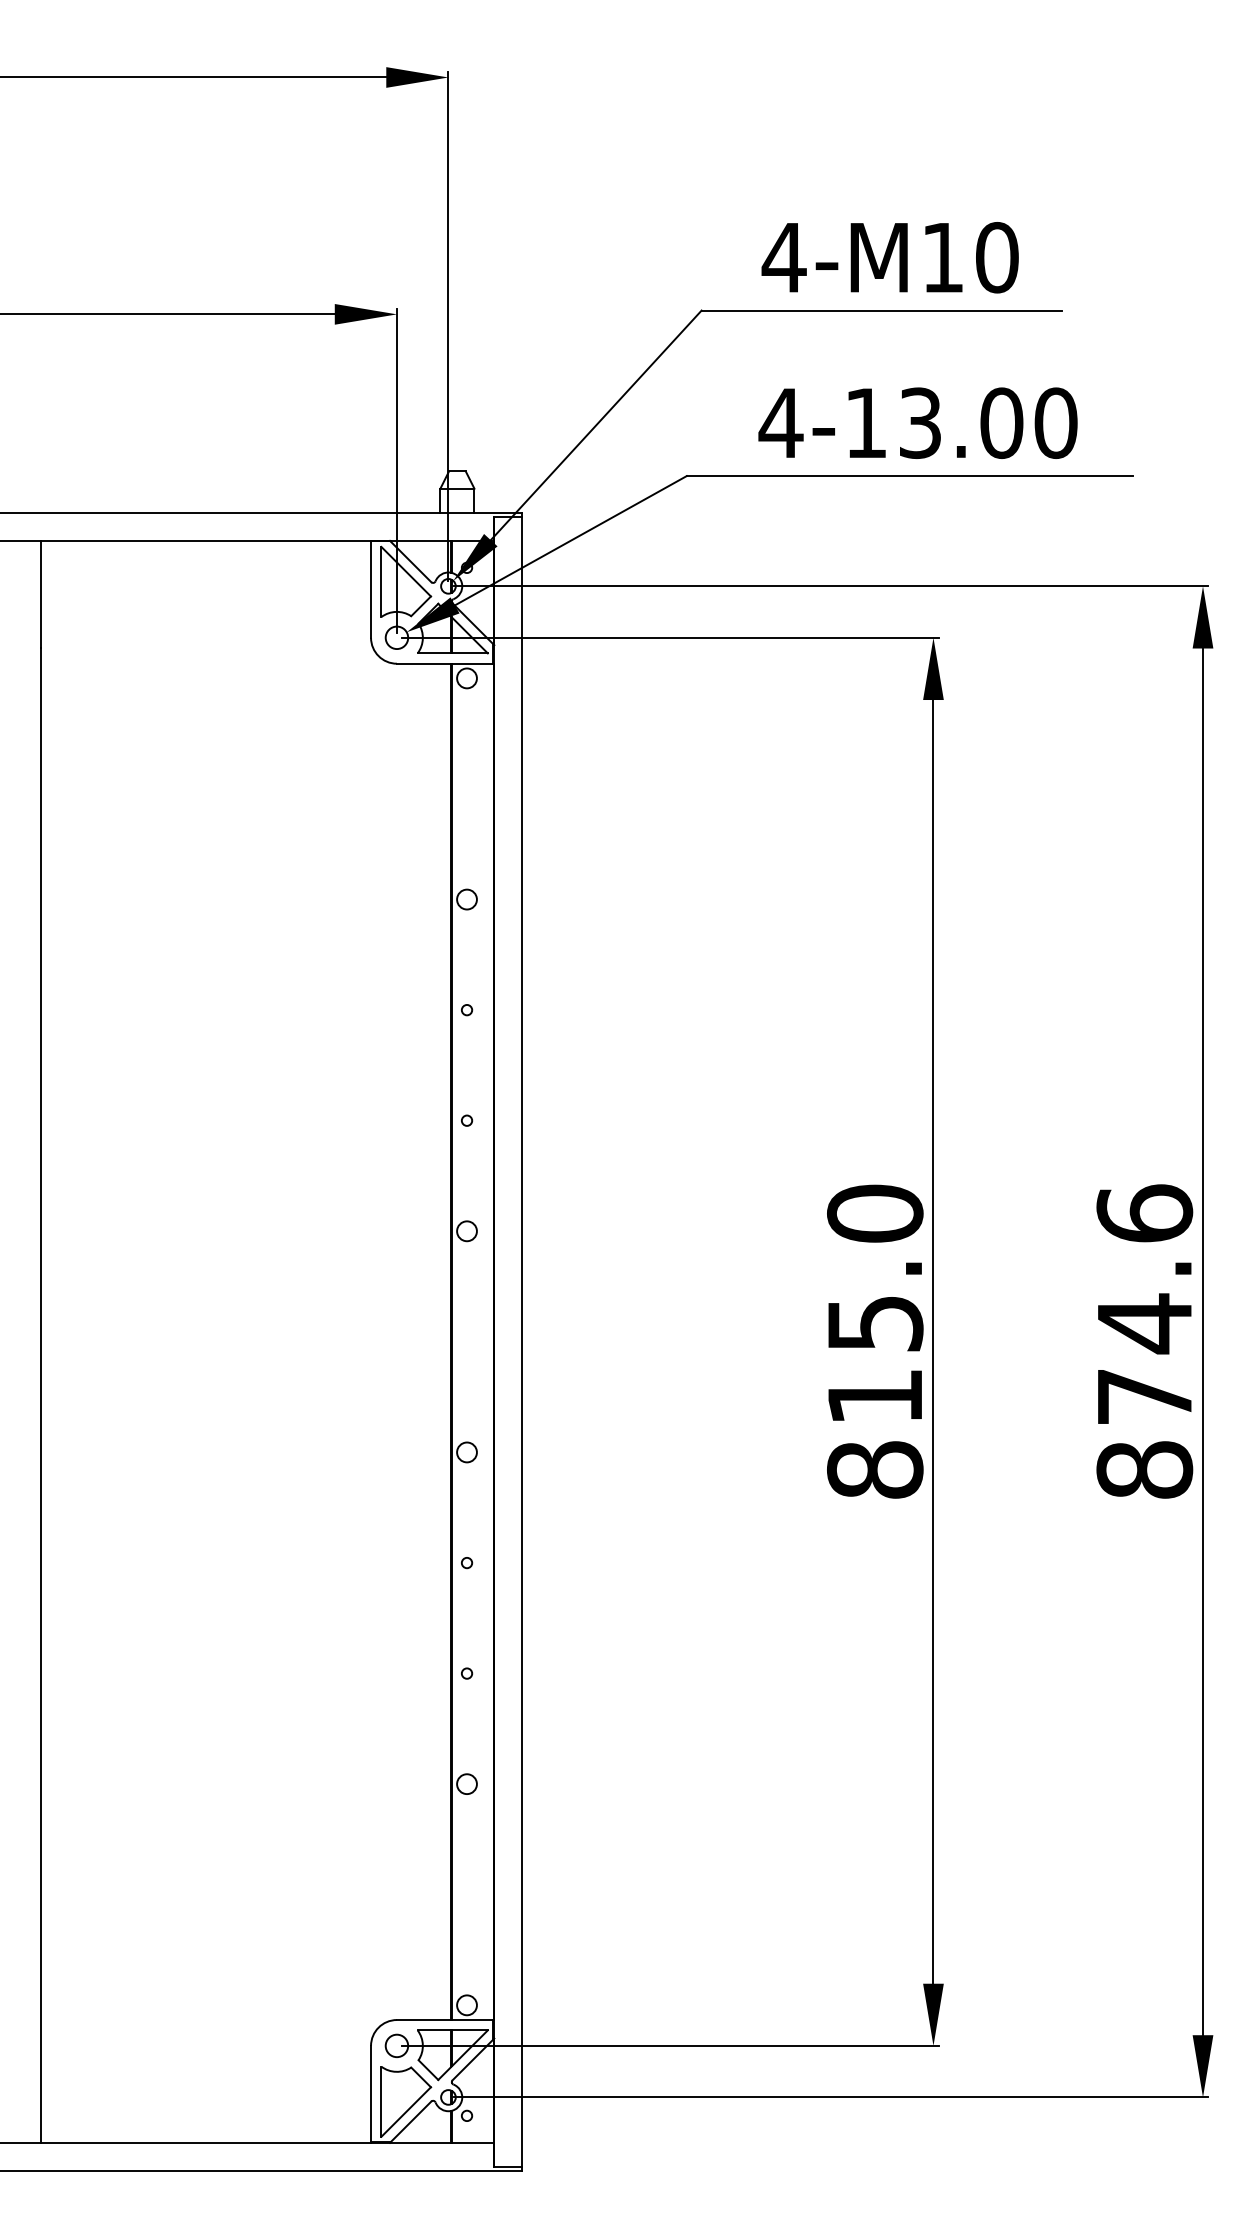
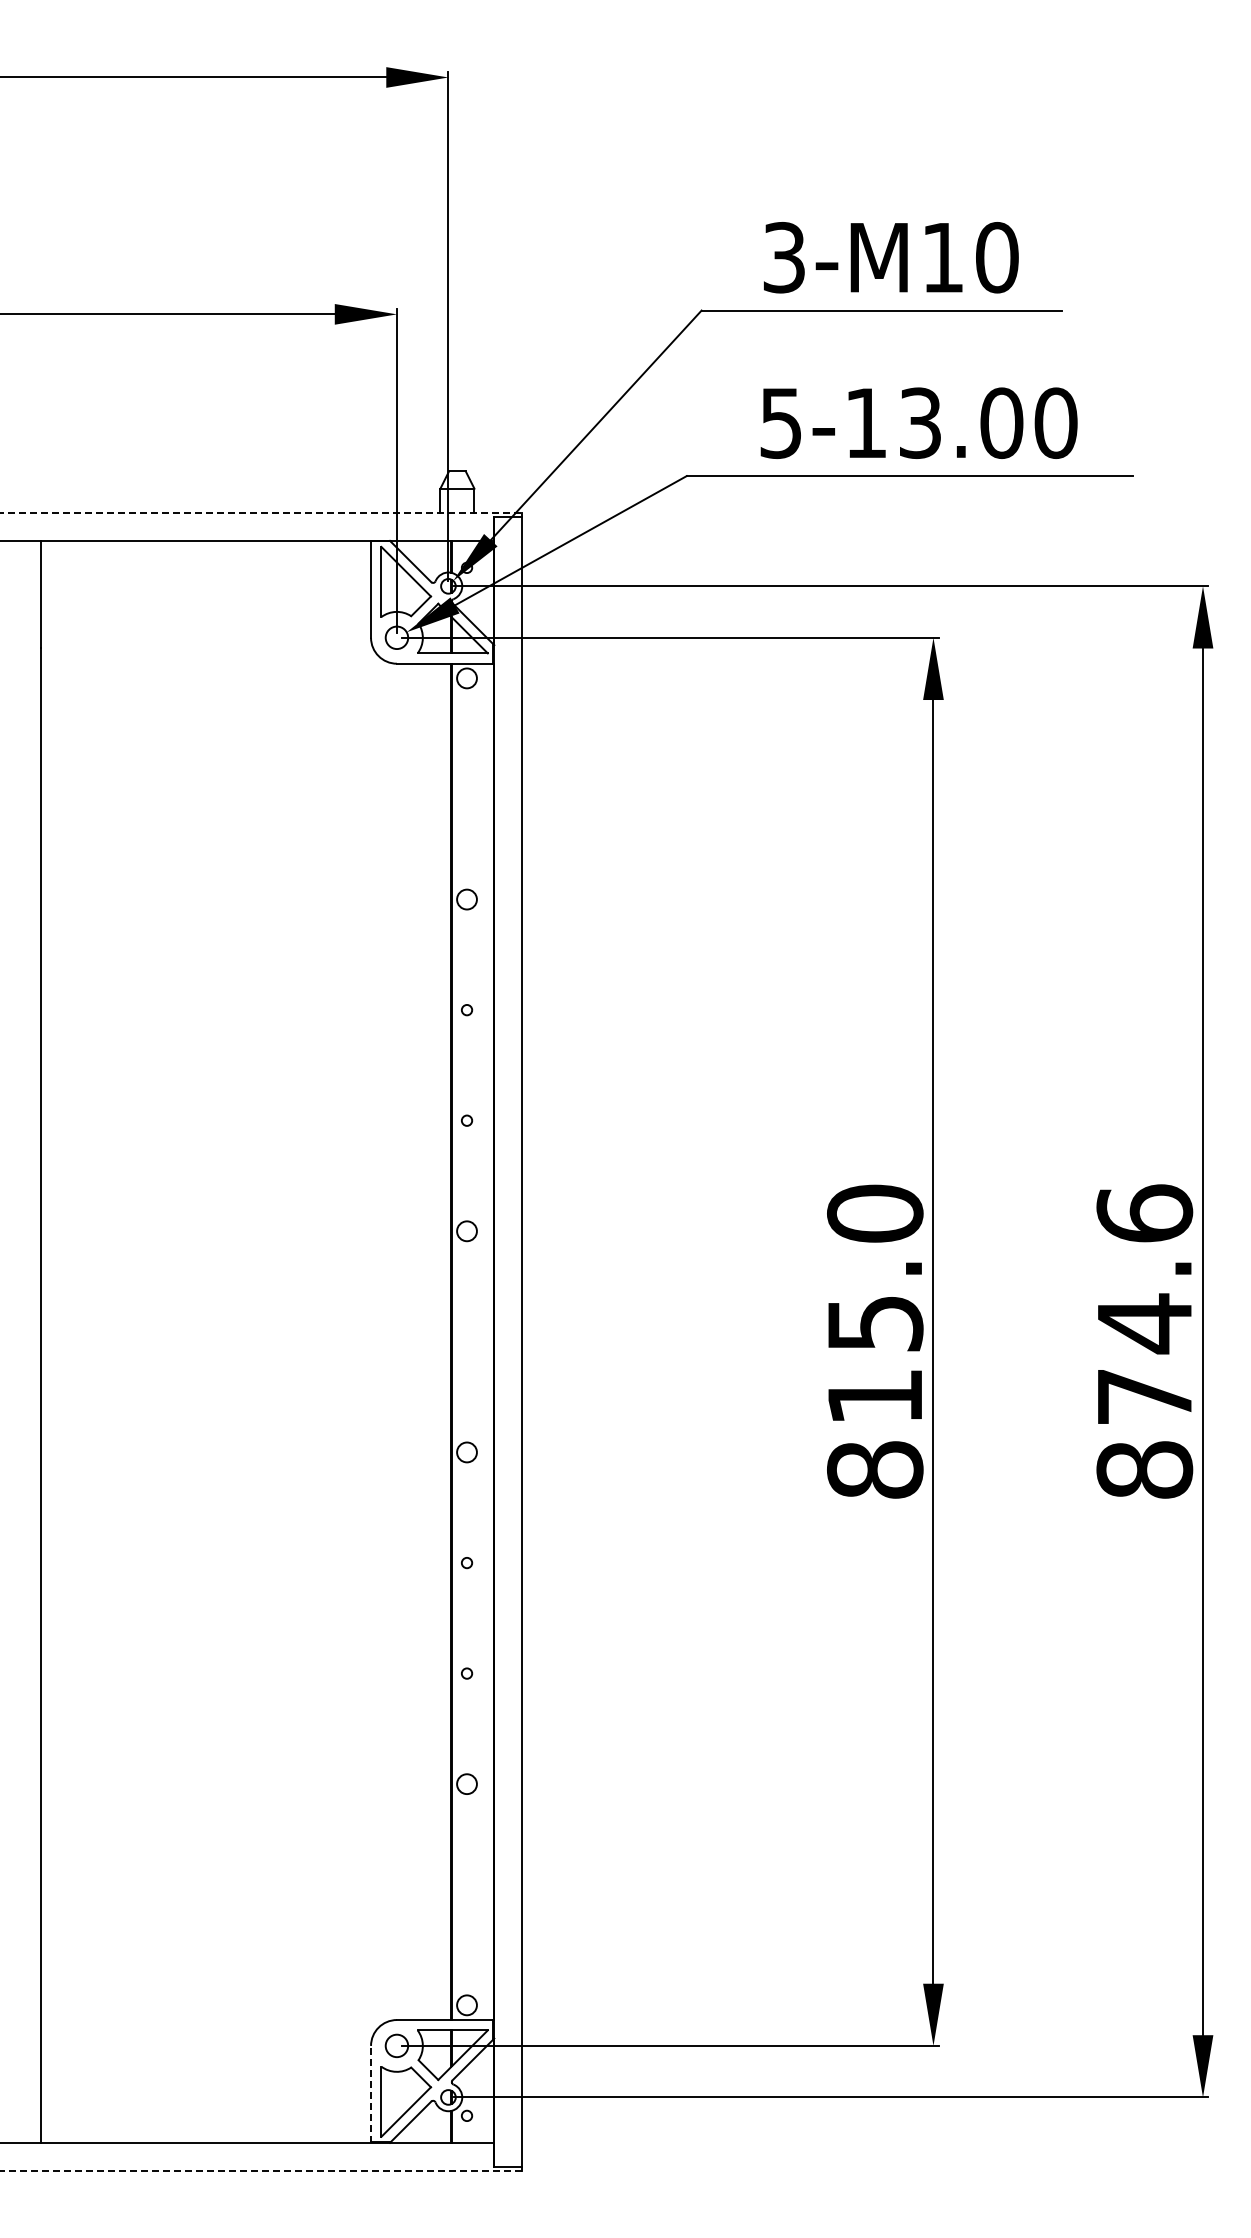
text at (783, 257): 4-M10 -> 3-M10
text at (780, 423): 4-13.00 -> 5-13.00
line at (261, 512): solid -> dashed
line at (371, 2093): solid -> dashed
line at (260, 2170): solid -> dashed
